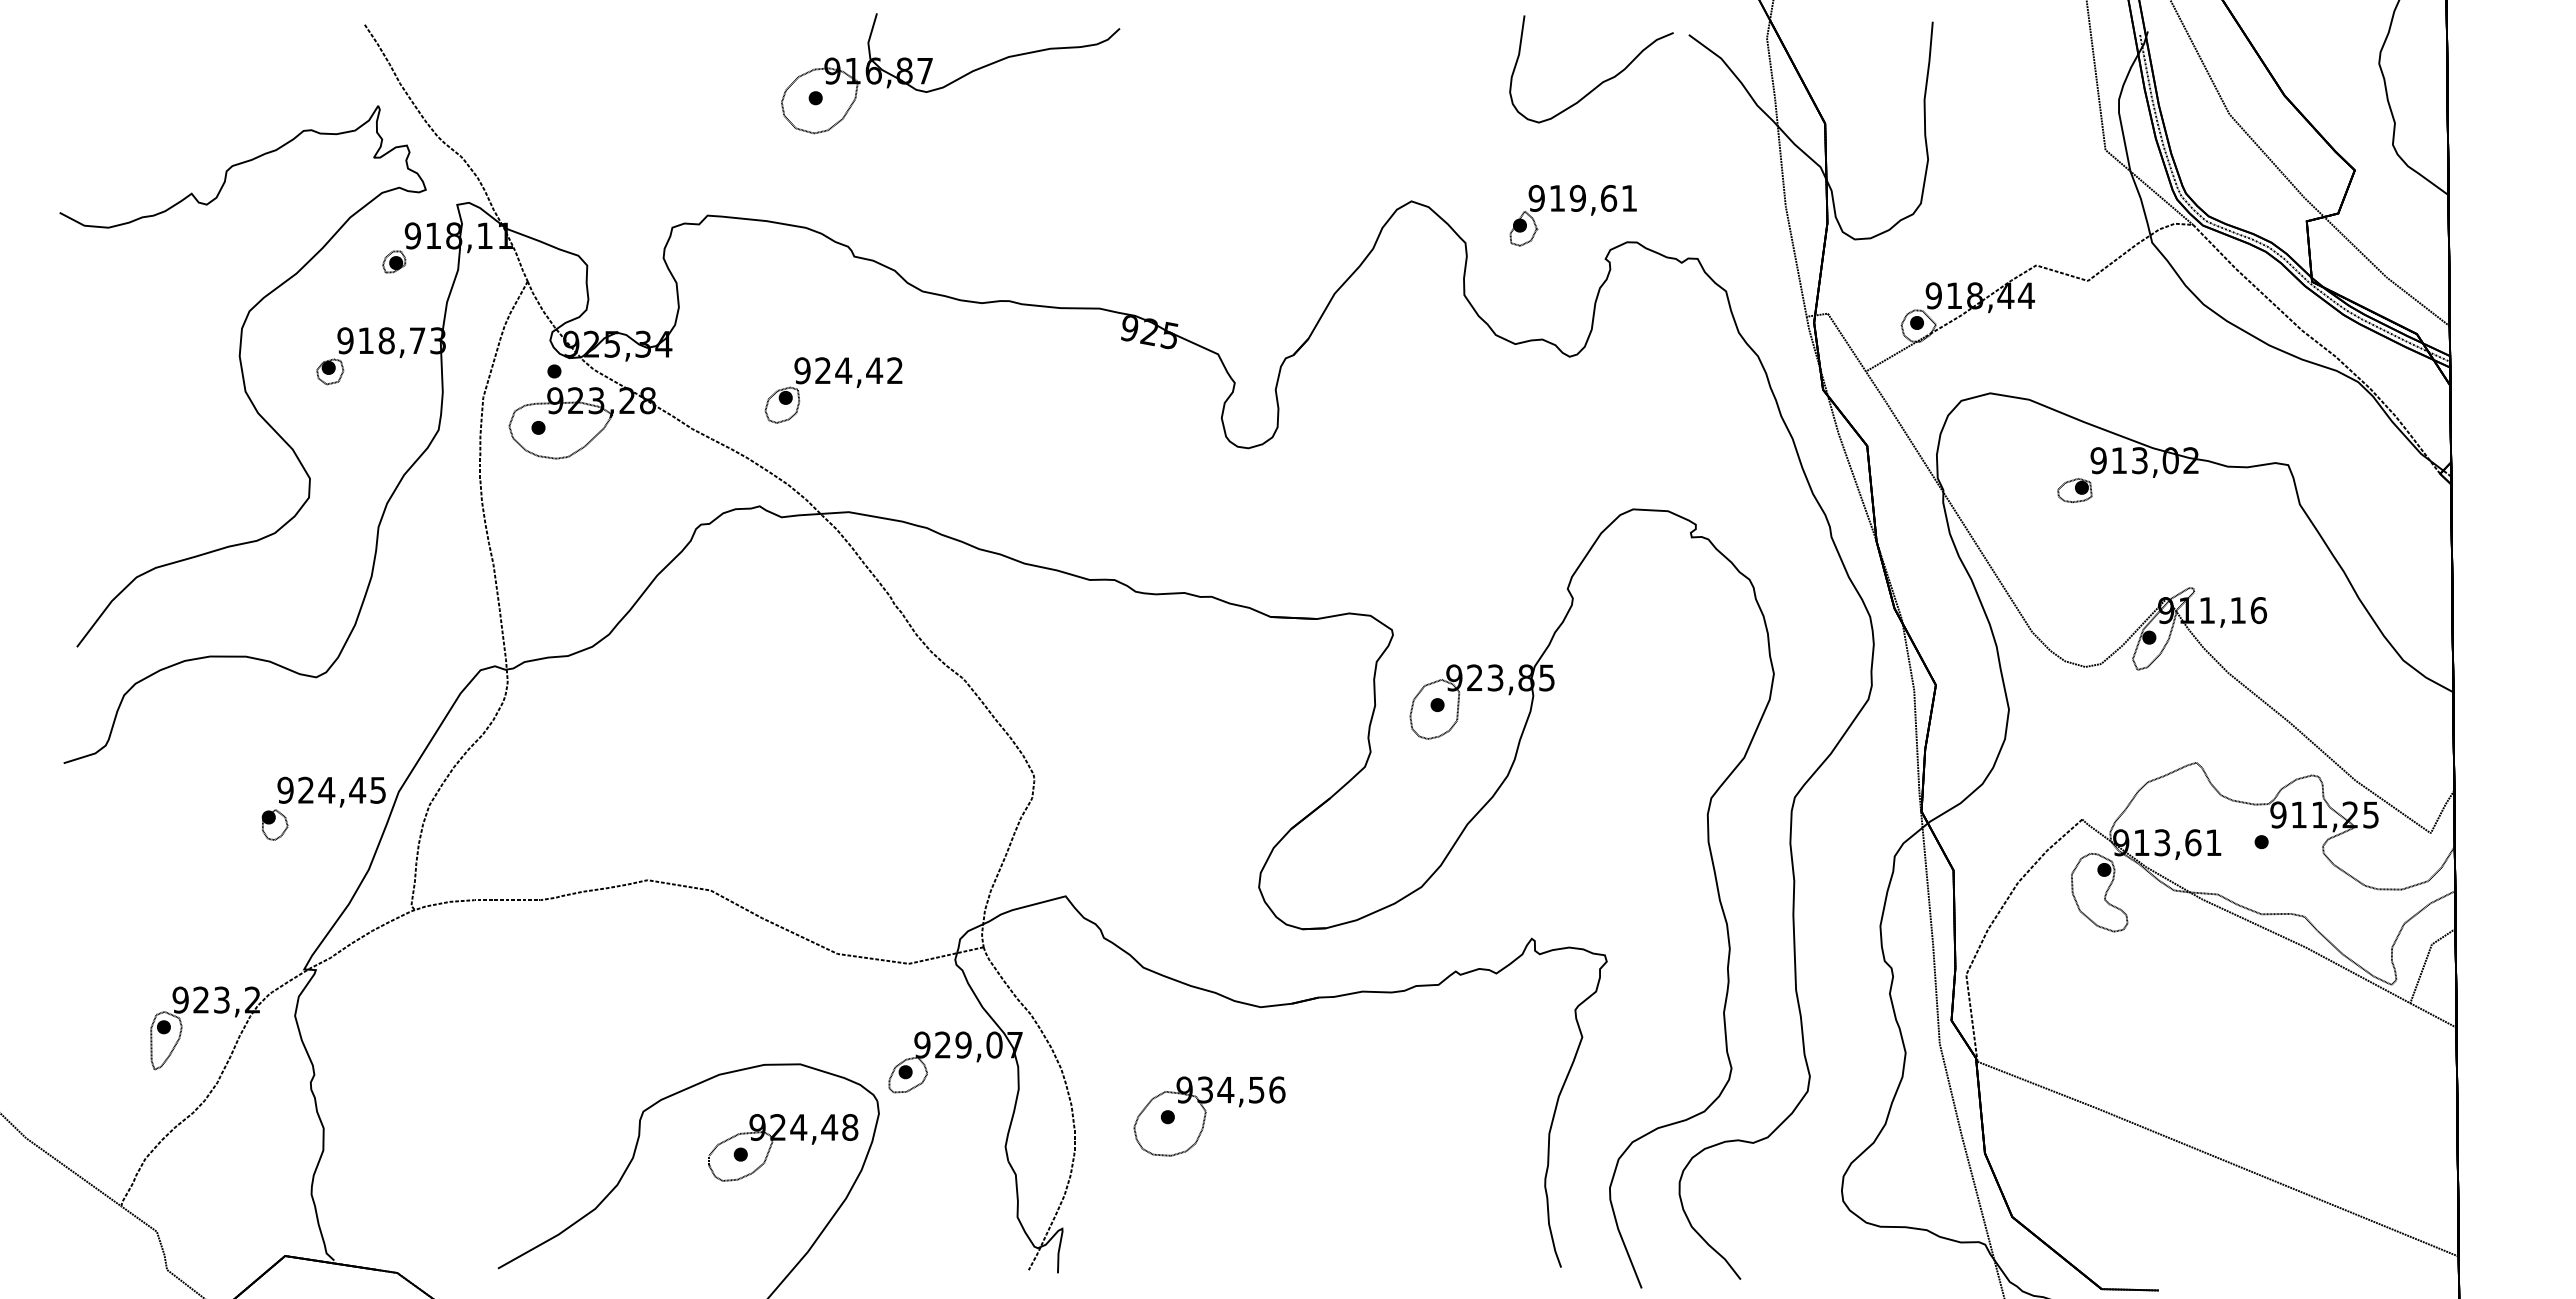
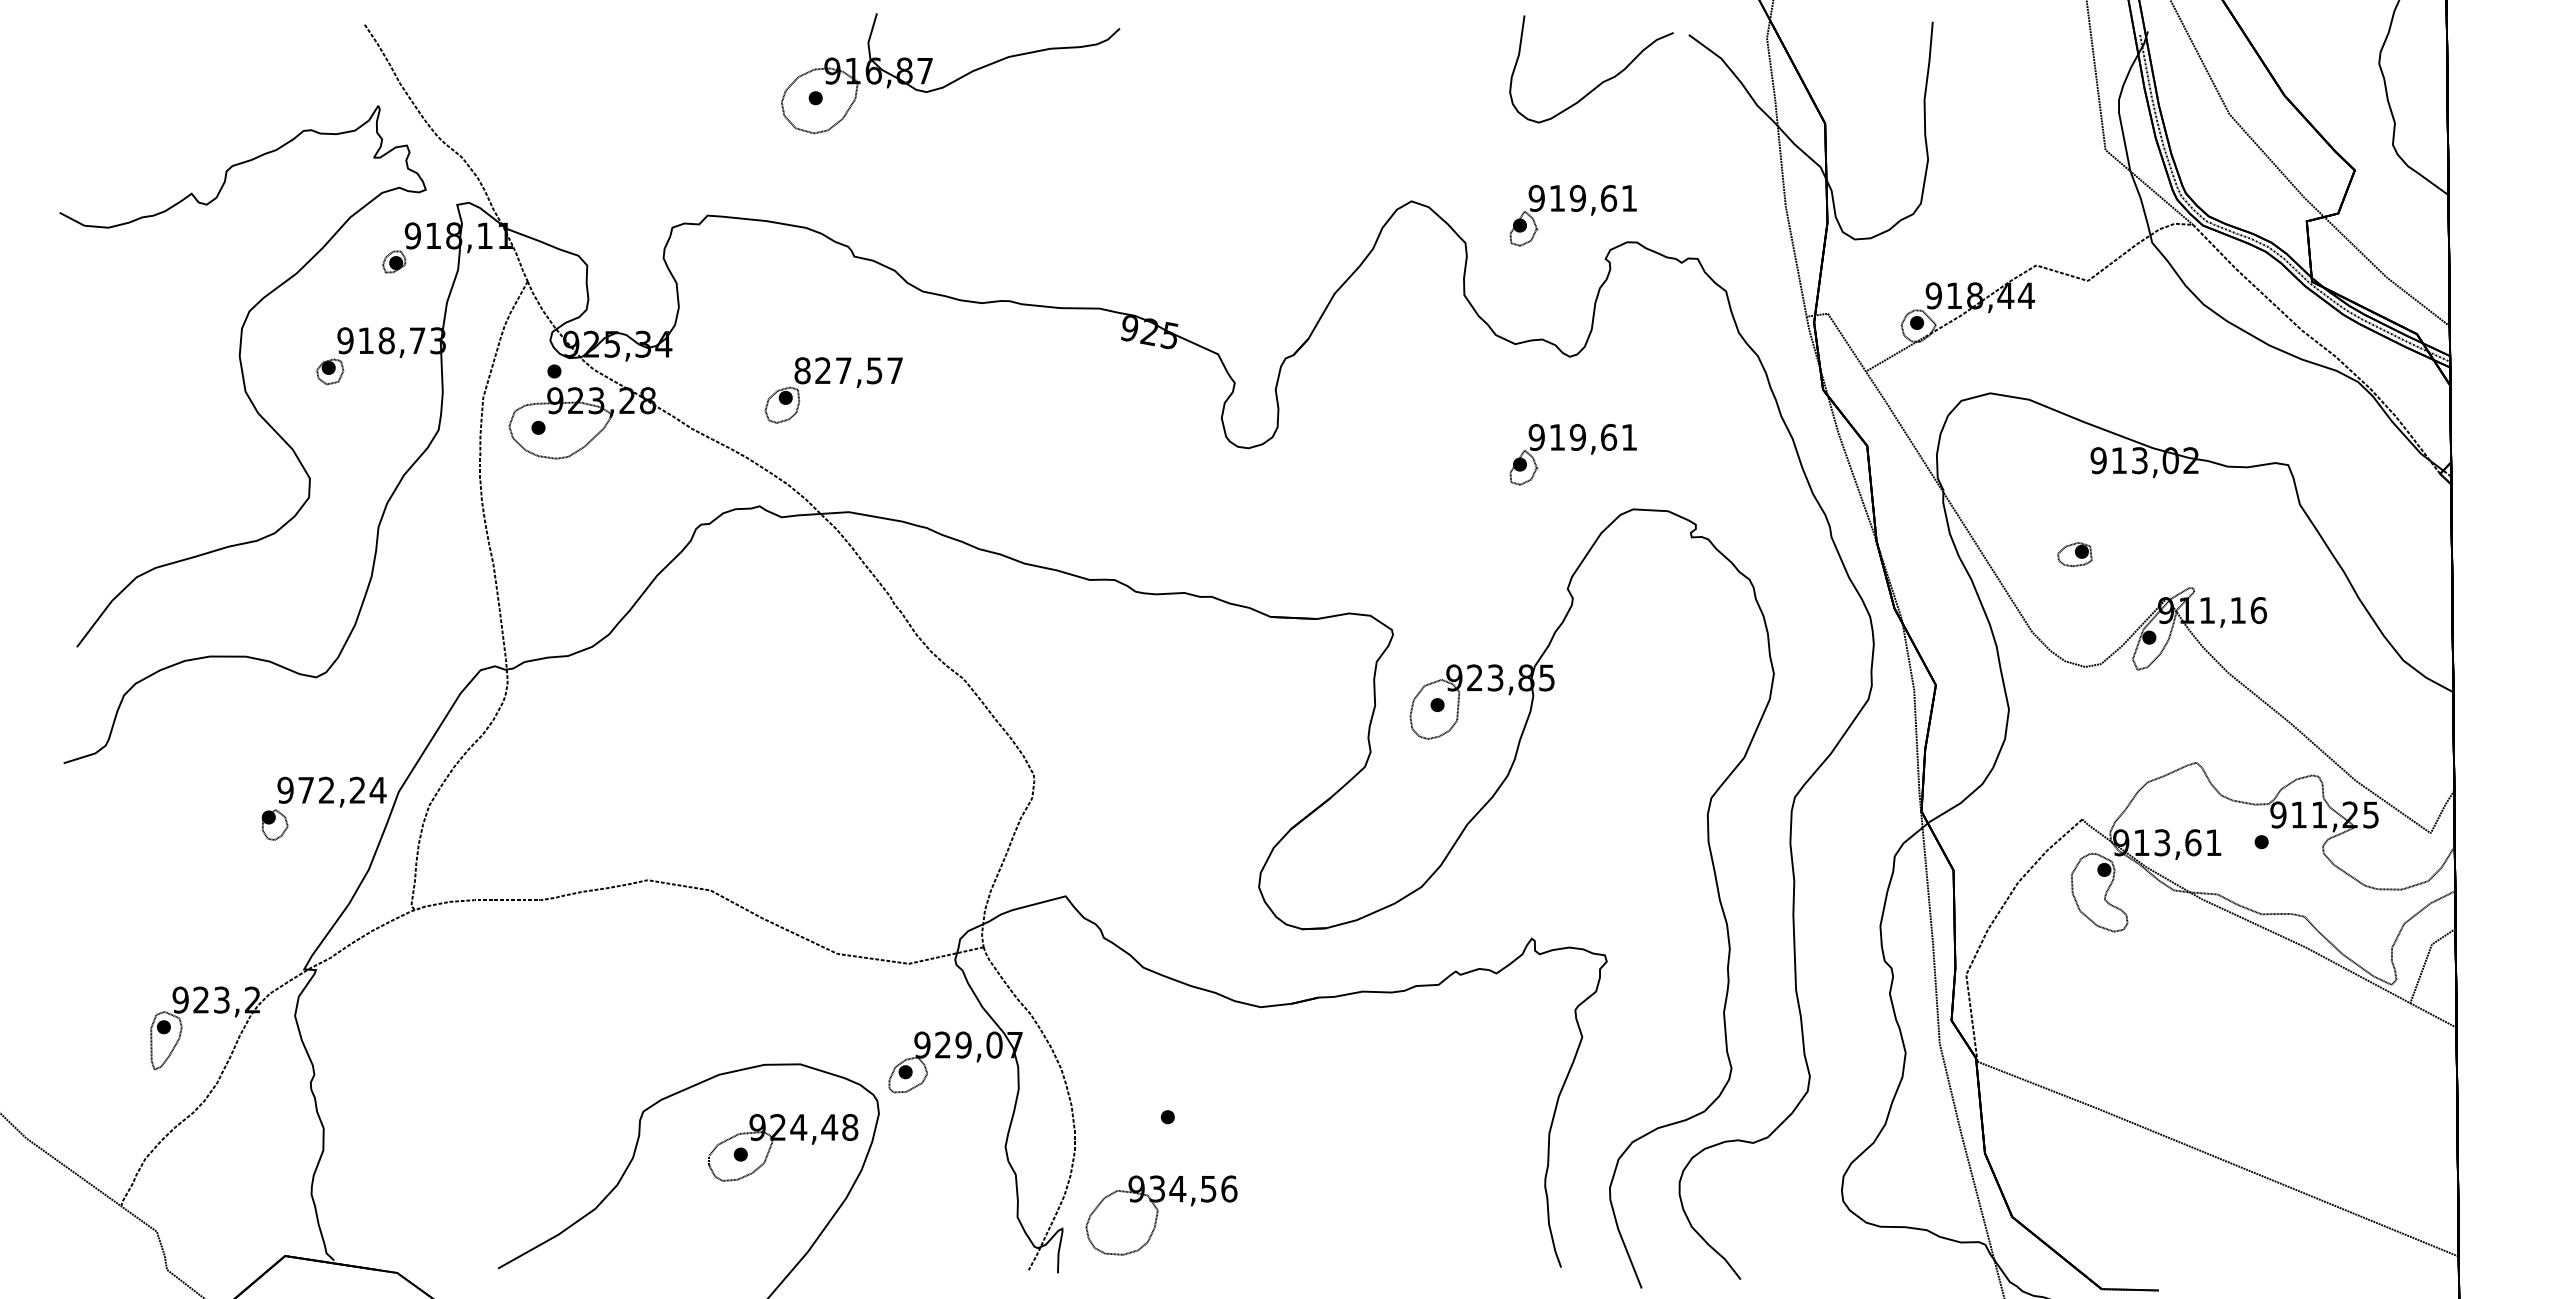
text at (848, 370): 924,42 -> 827,57
part at (1572, 454): none -> present
part at (2074, 490) position: (2074, 490) -> (2074, 554)
text at (342, 789): 924,45 -> 972,24
part at (1209, 1116) position: (1209, 1116) -> (1161, 1215)
